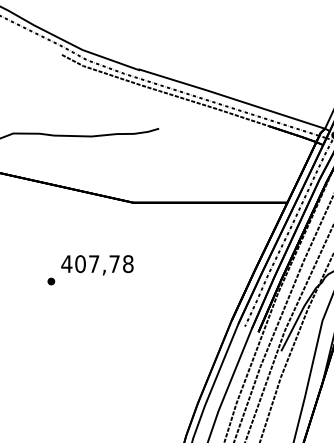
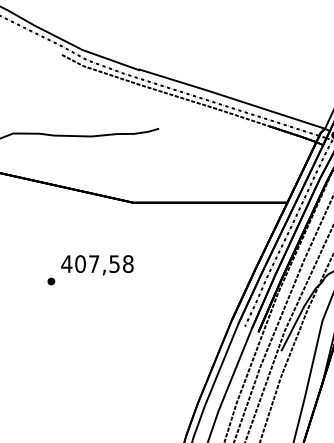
text at (114, 264): 407,78 -> 407,58
